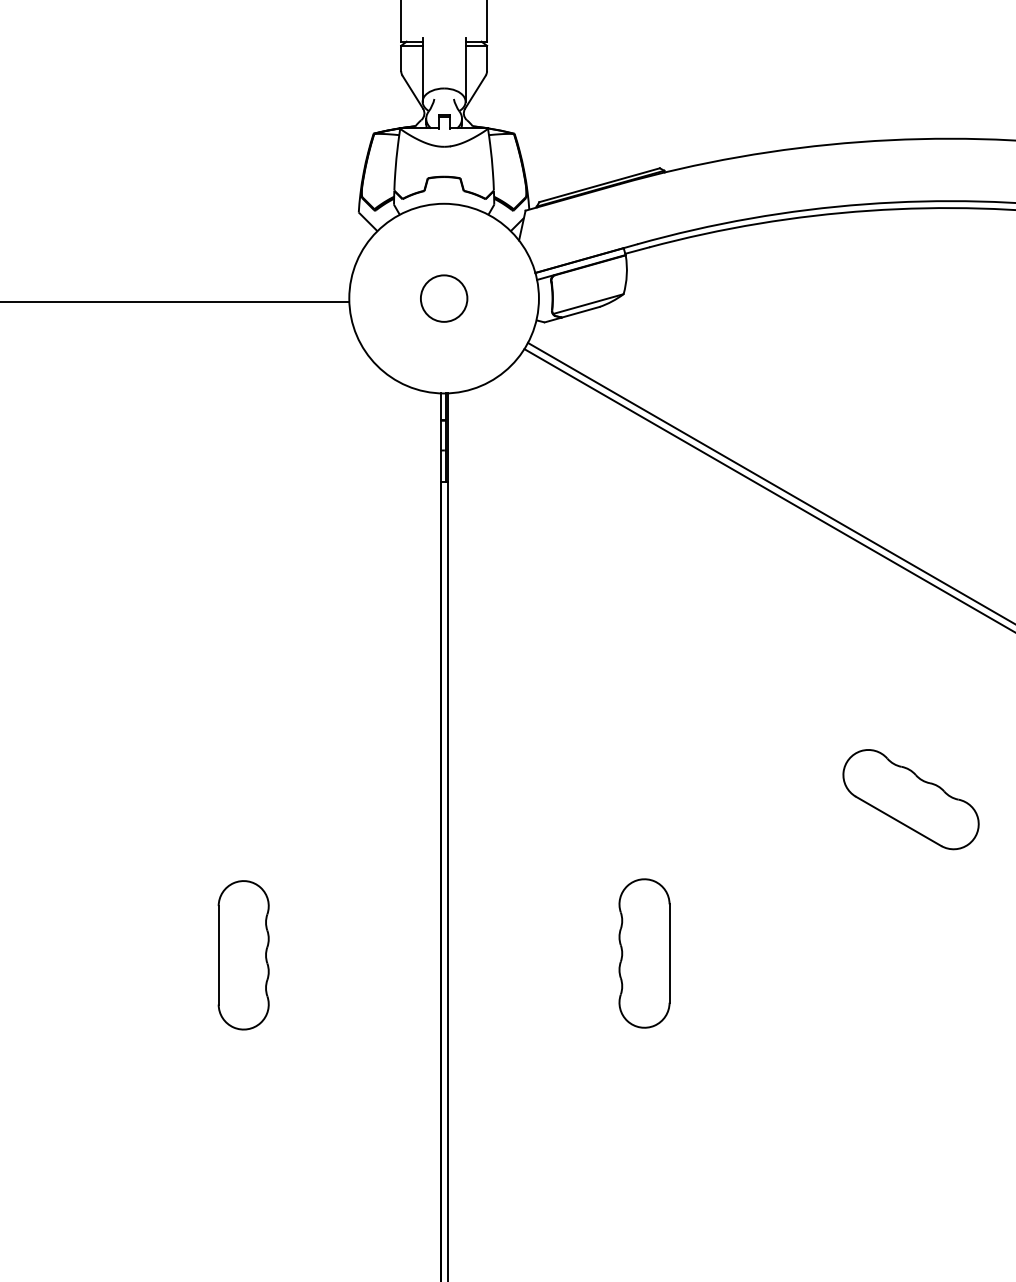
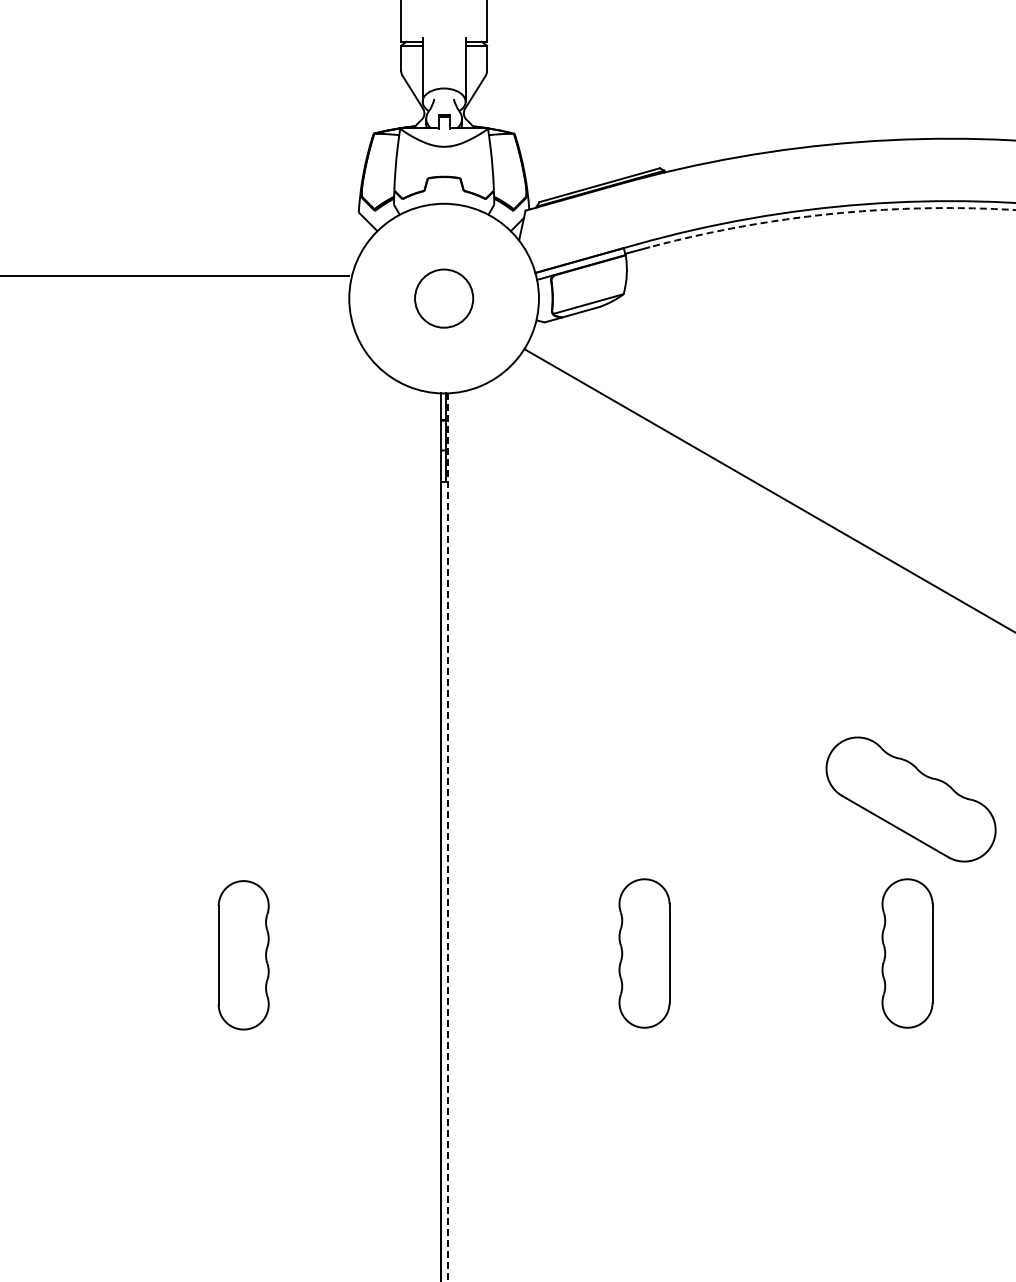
arc at (829, 214): solid -> dashed
circle at (443, 298) diameter: 47 px -> 58 px
line at (175, 302) position: (175, 302) -> (175, 276)
line at (770, 482): present -> none
part at (910, 799) size: 138x102 px -> 172x127 px
line at (447, 837): solid -> dashed
part at (907, 953): none -> present
